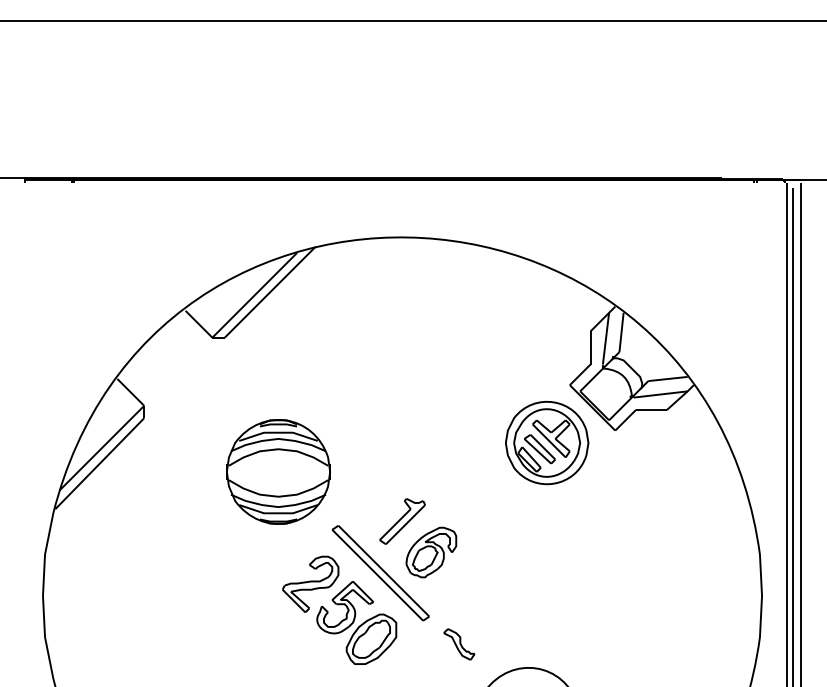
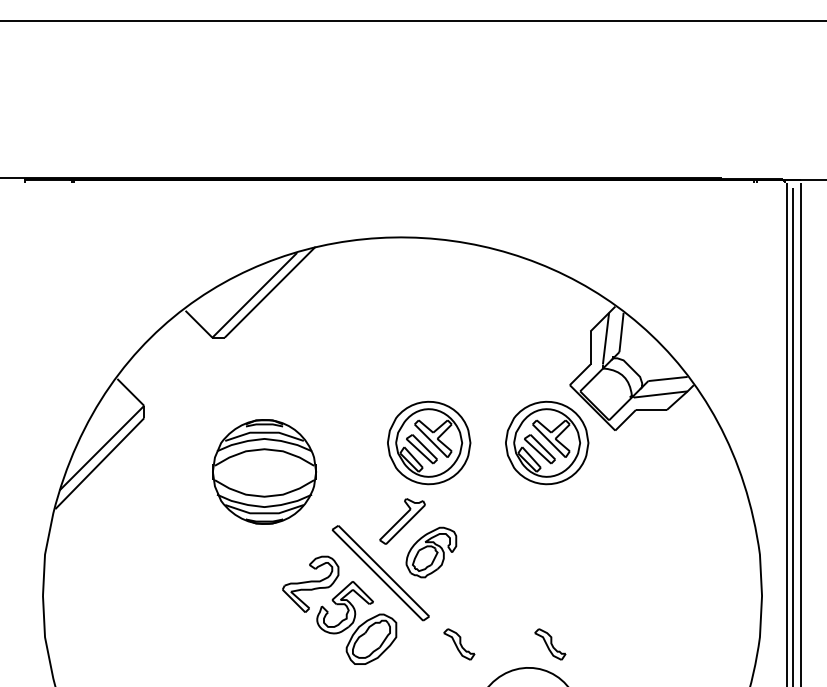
part at (429, 442): none -> present
part at (278, 471) position: (278, 471) -> (264, 471)
part at (550, 644): none -> present
